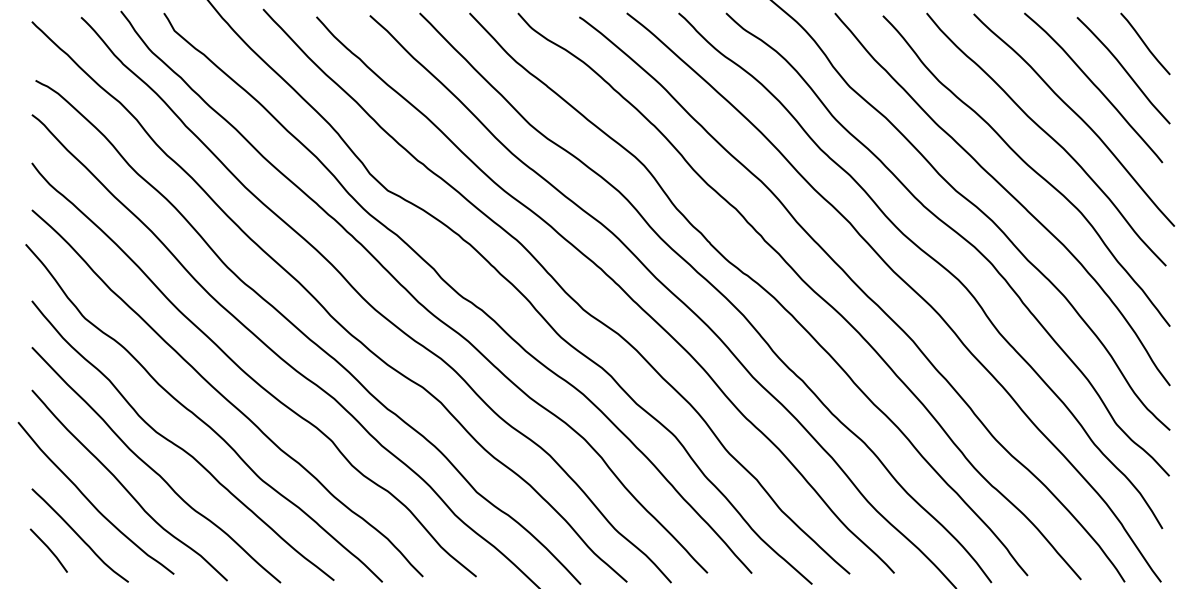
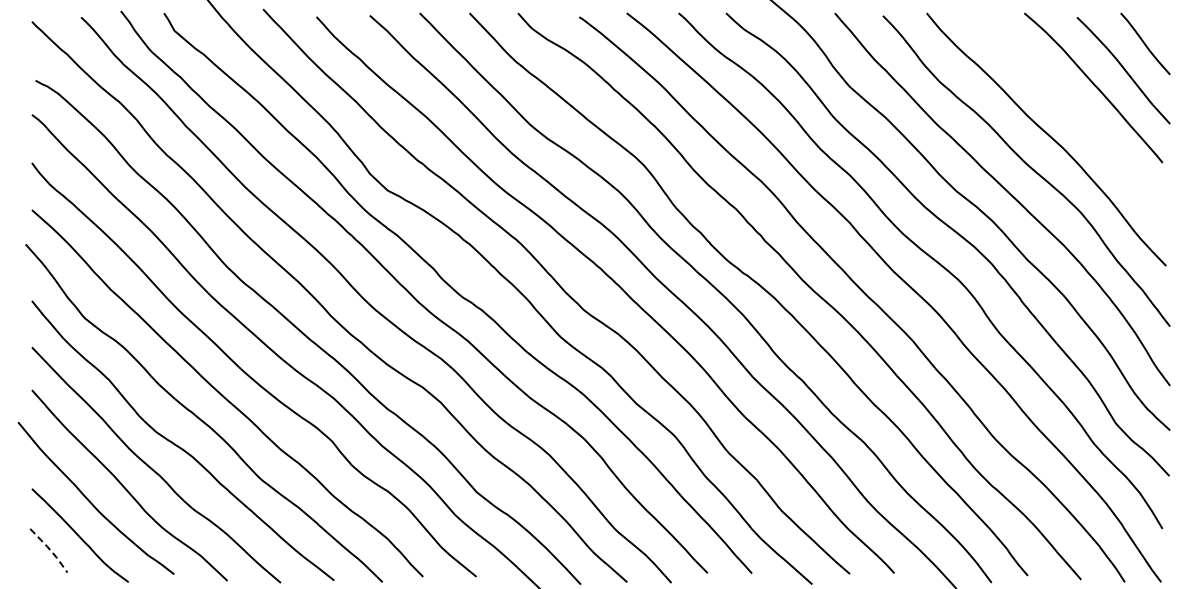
curve at (1077, 116): present -> none
line at (50, 550): solid -> dashed
